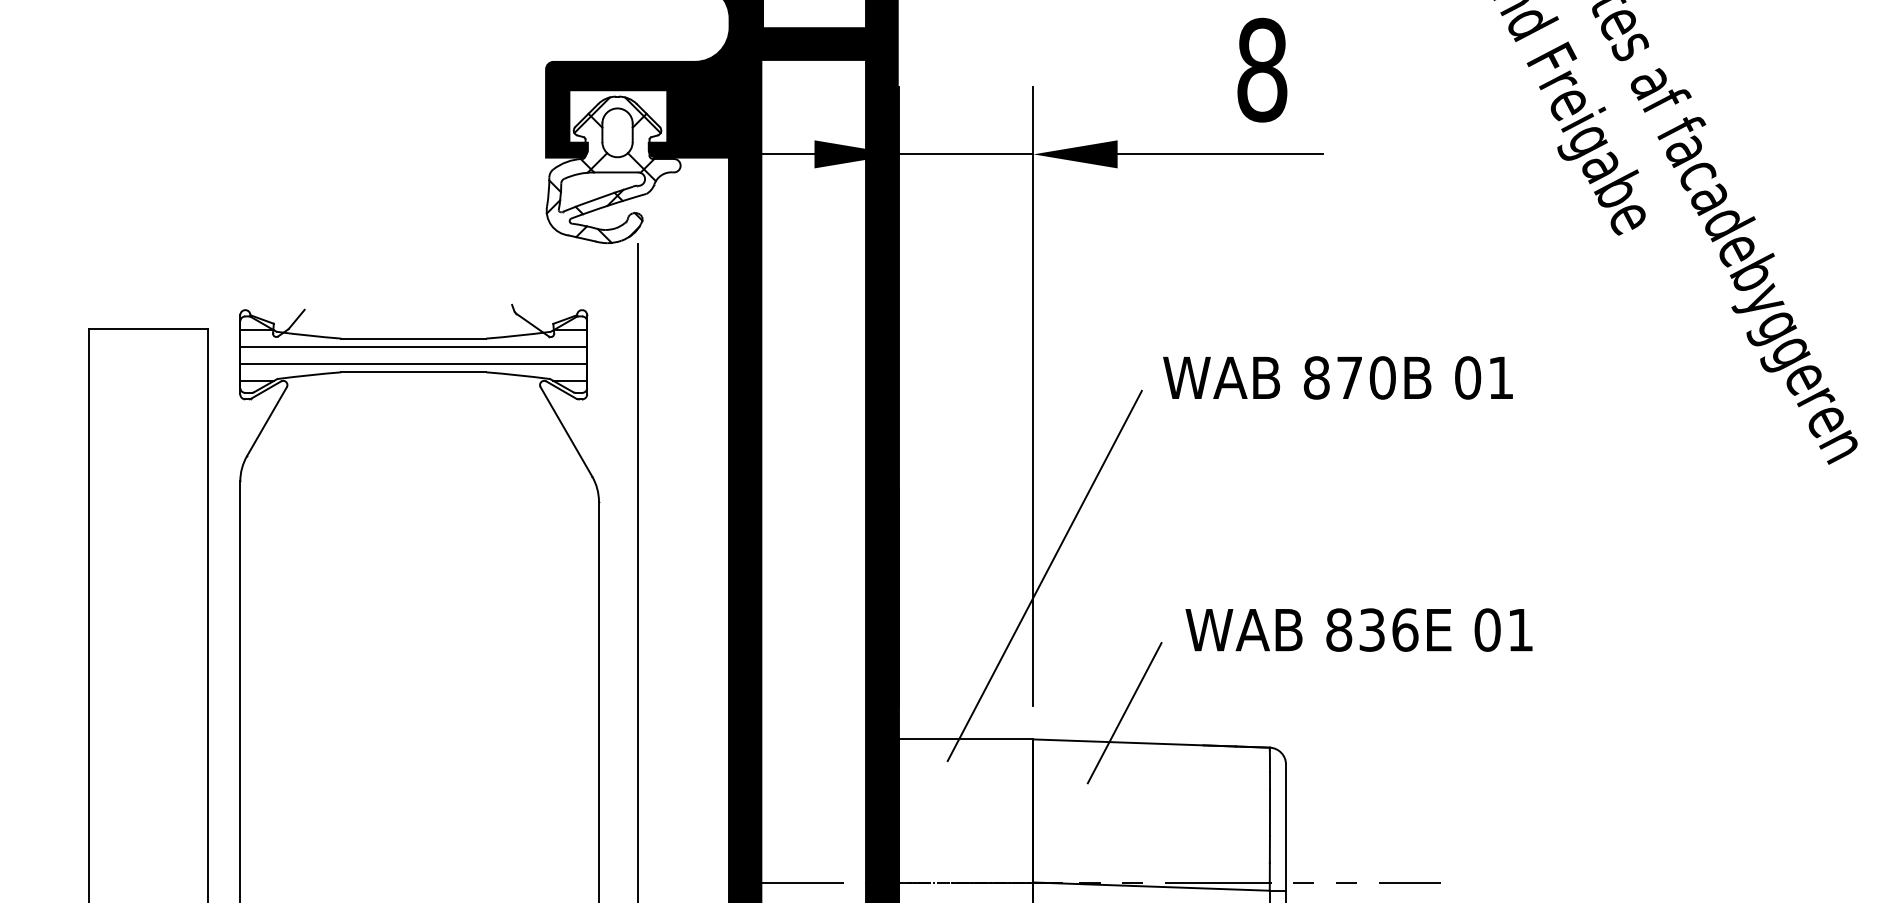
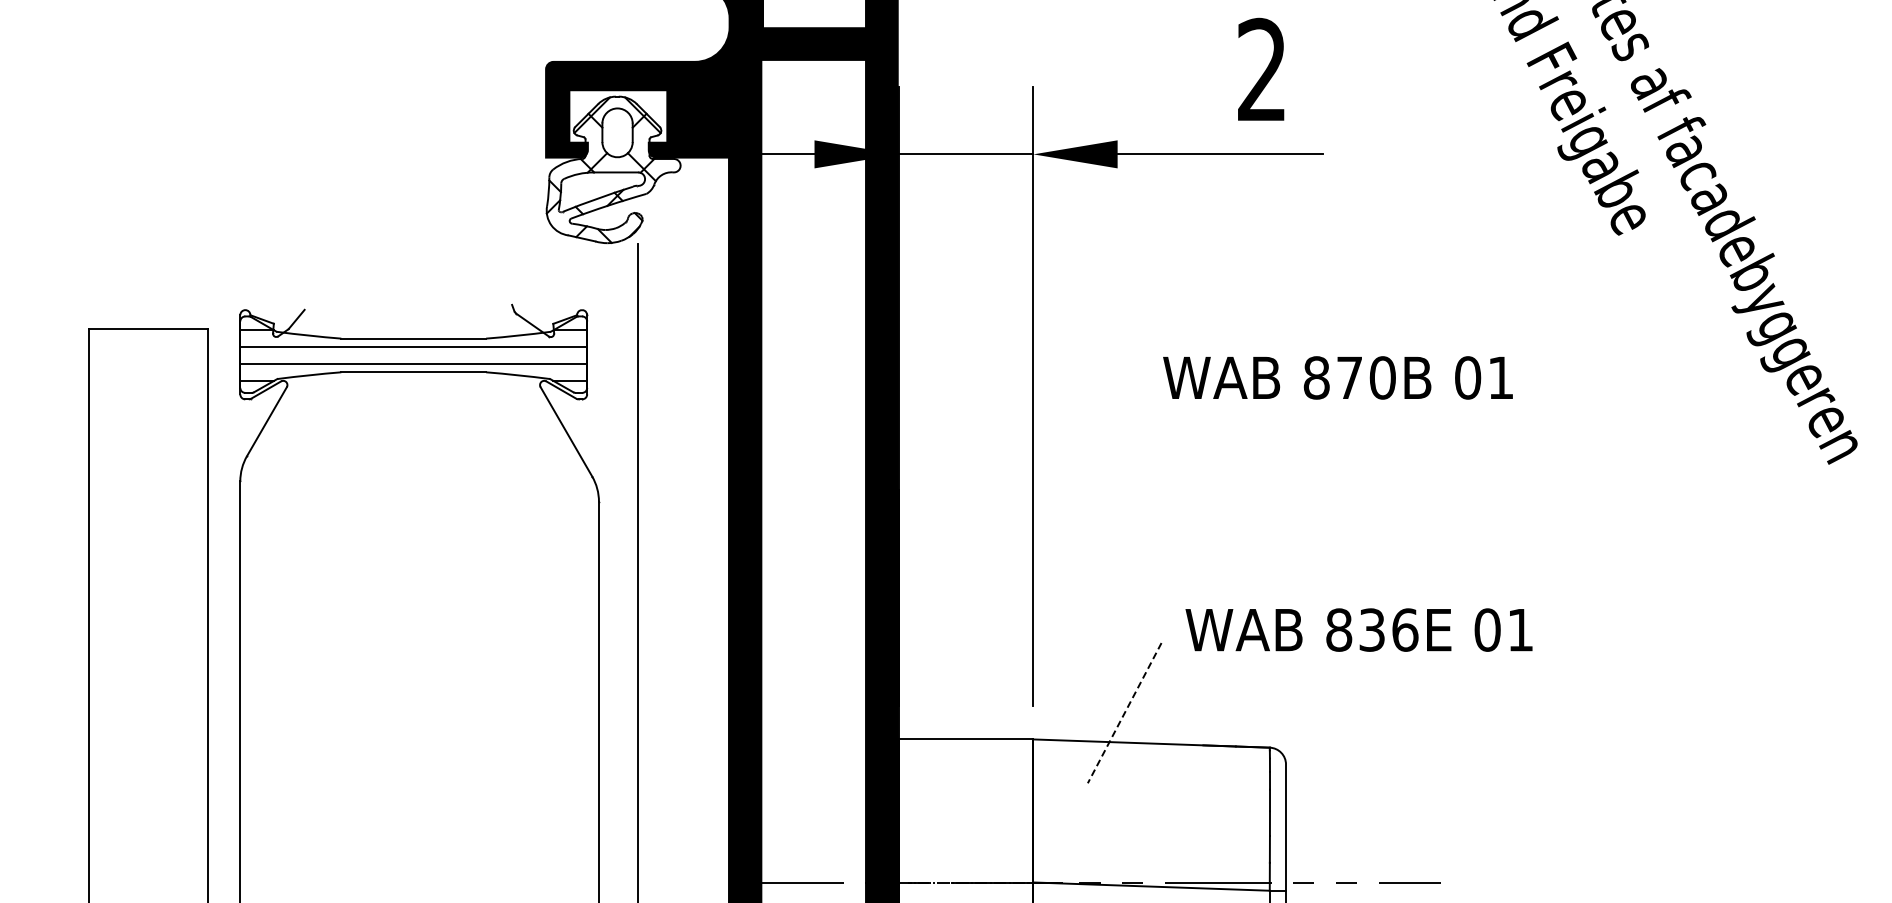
text at (1262, 69): 8 -> 2
line at (1044, 575): present -> none
line at (1124, 713): solid -> dashed
